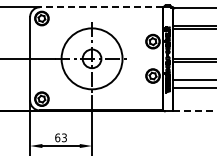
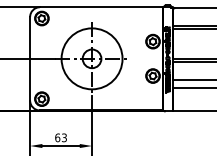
line at (100, 7): dashed -> solid
line at (194, 111): dashed -> solid
